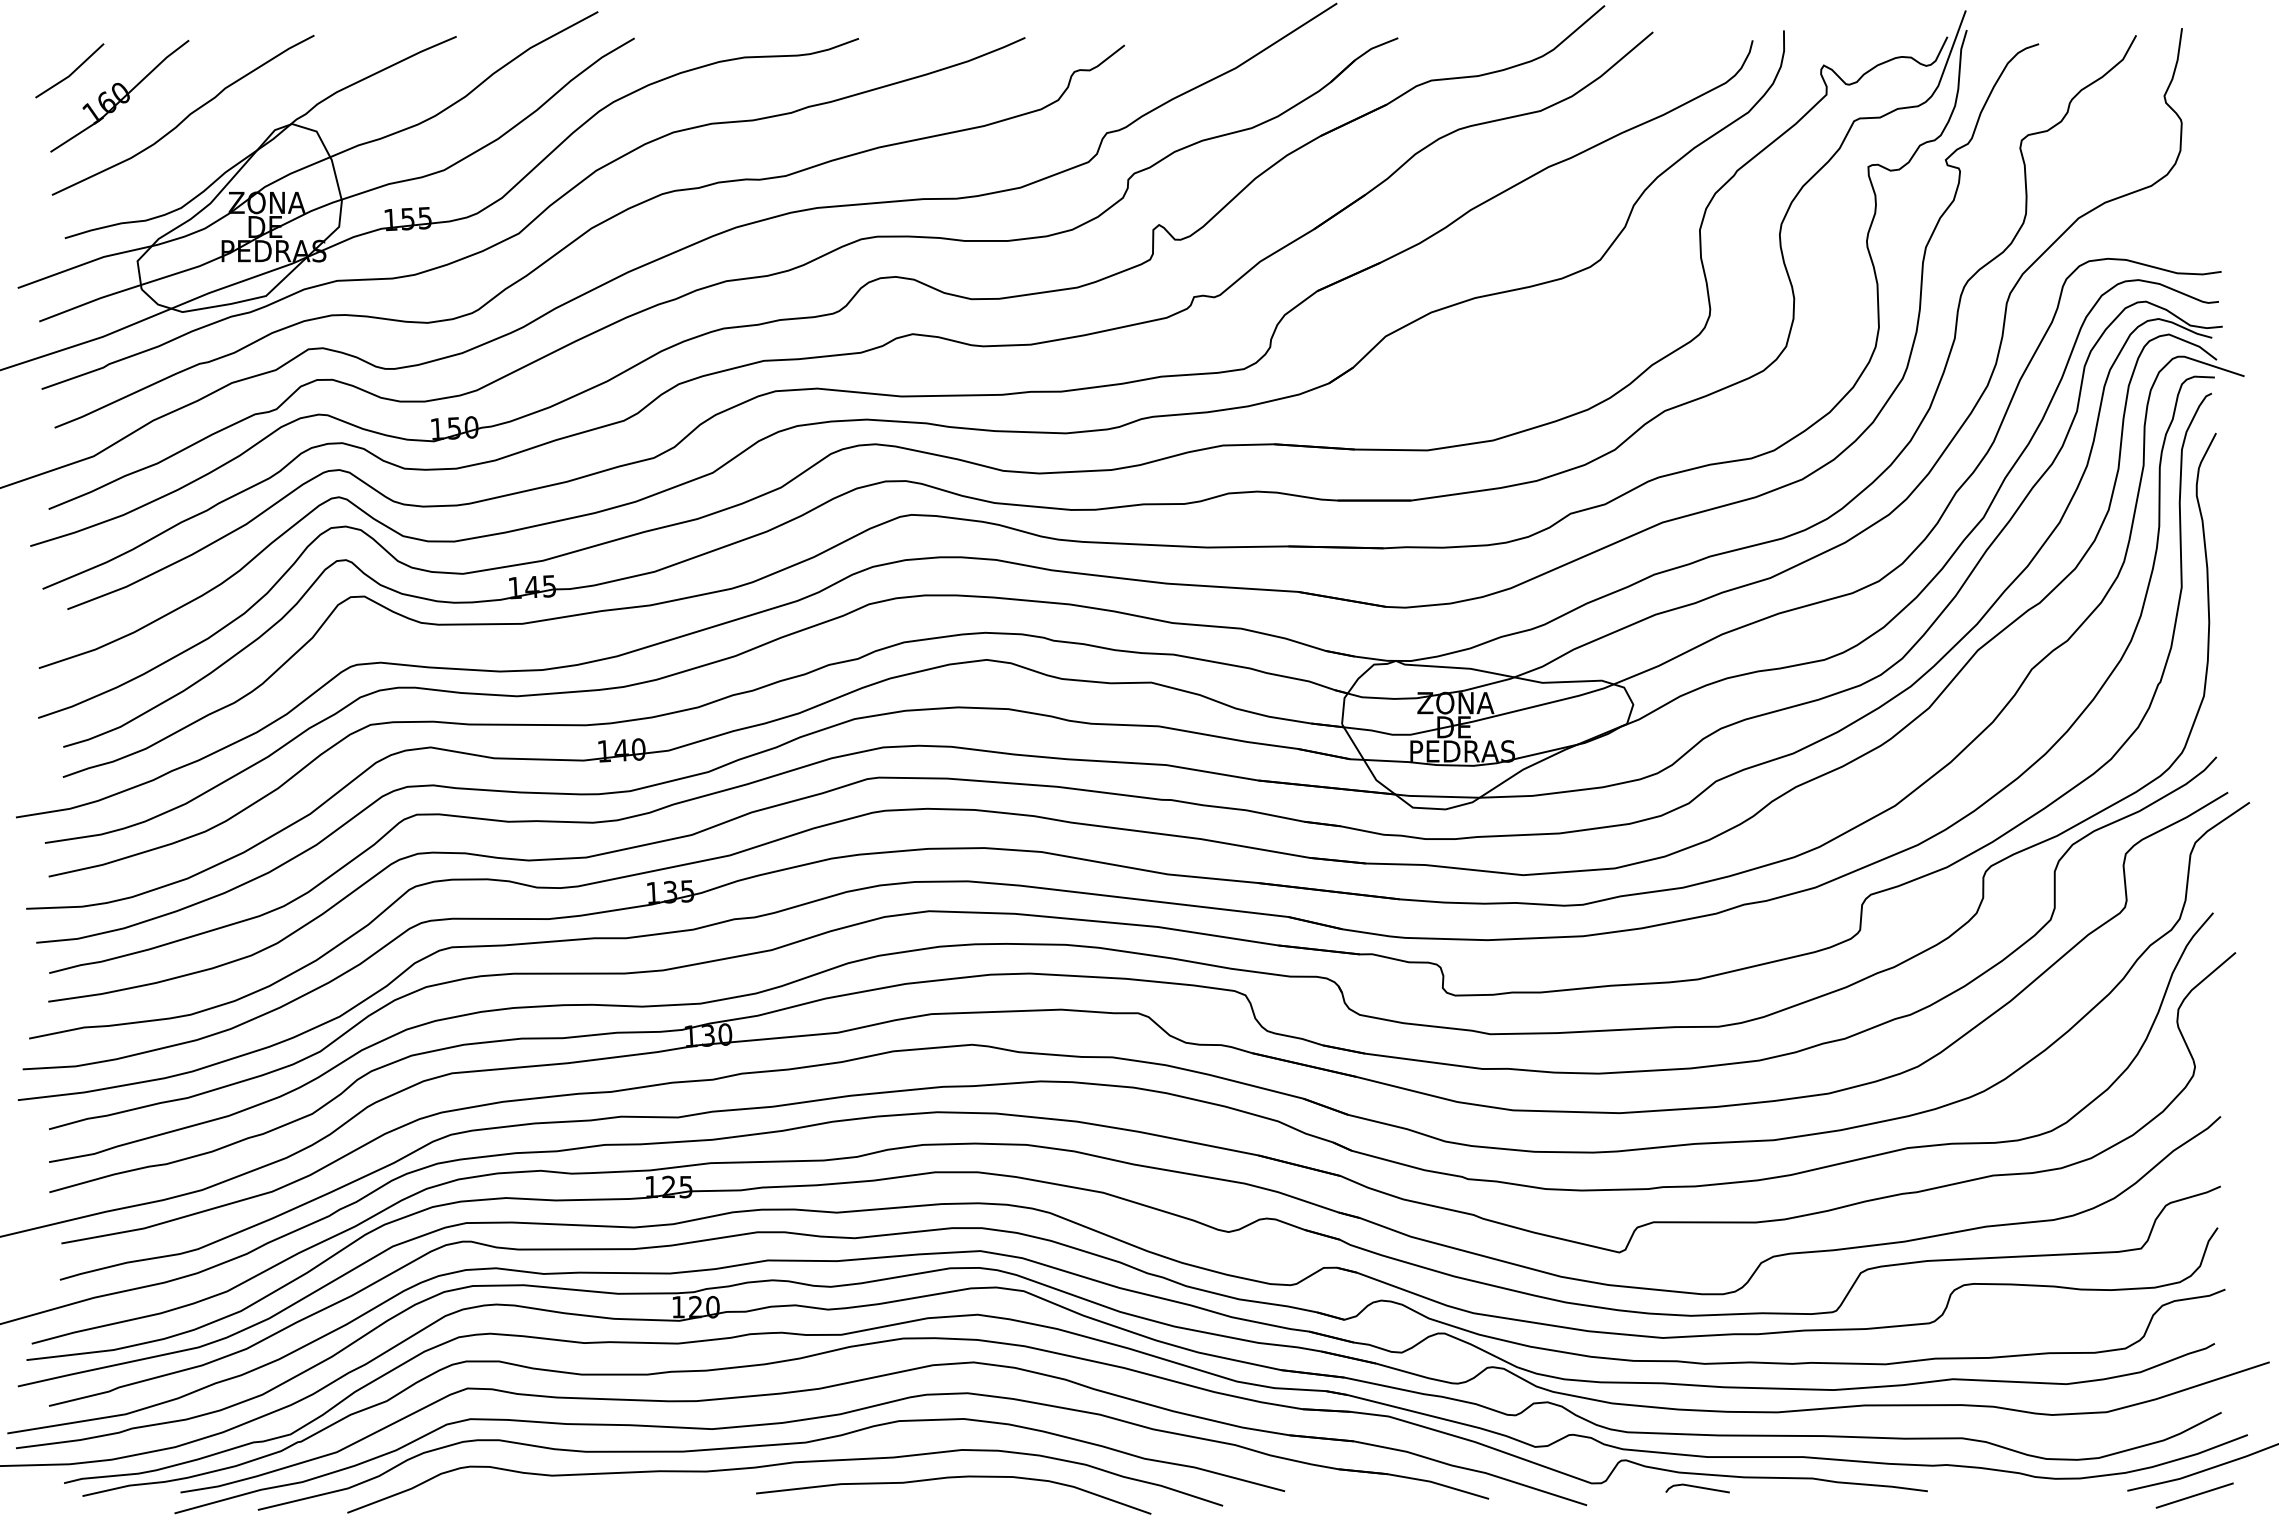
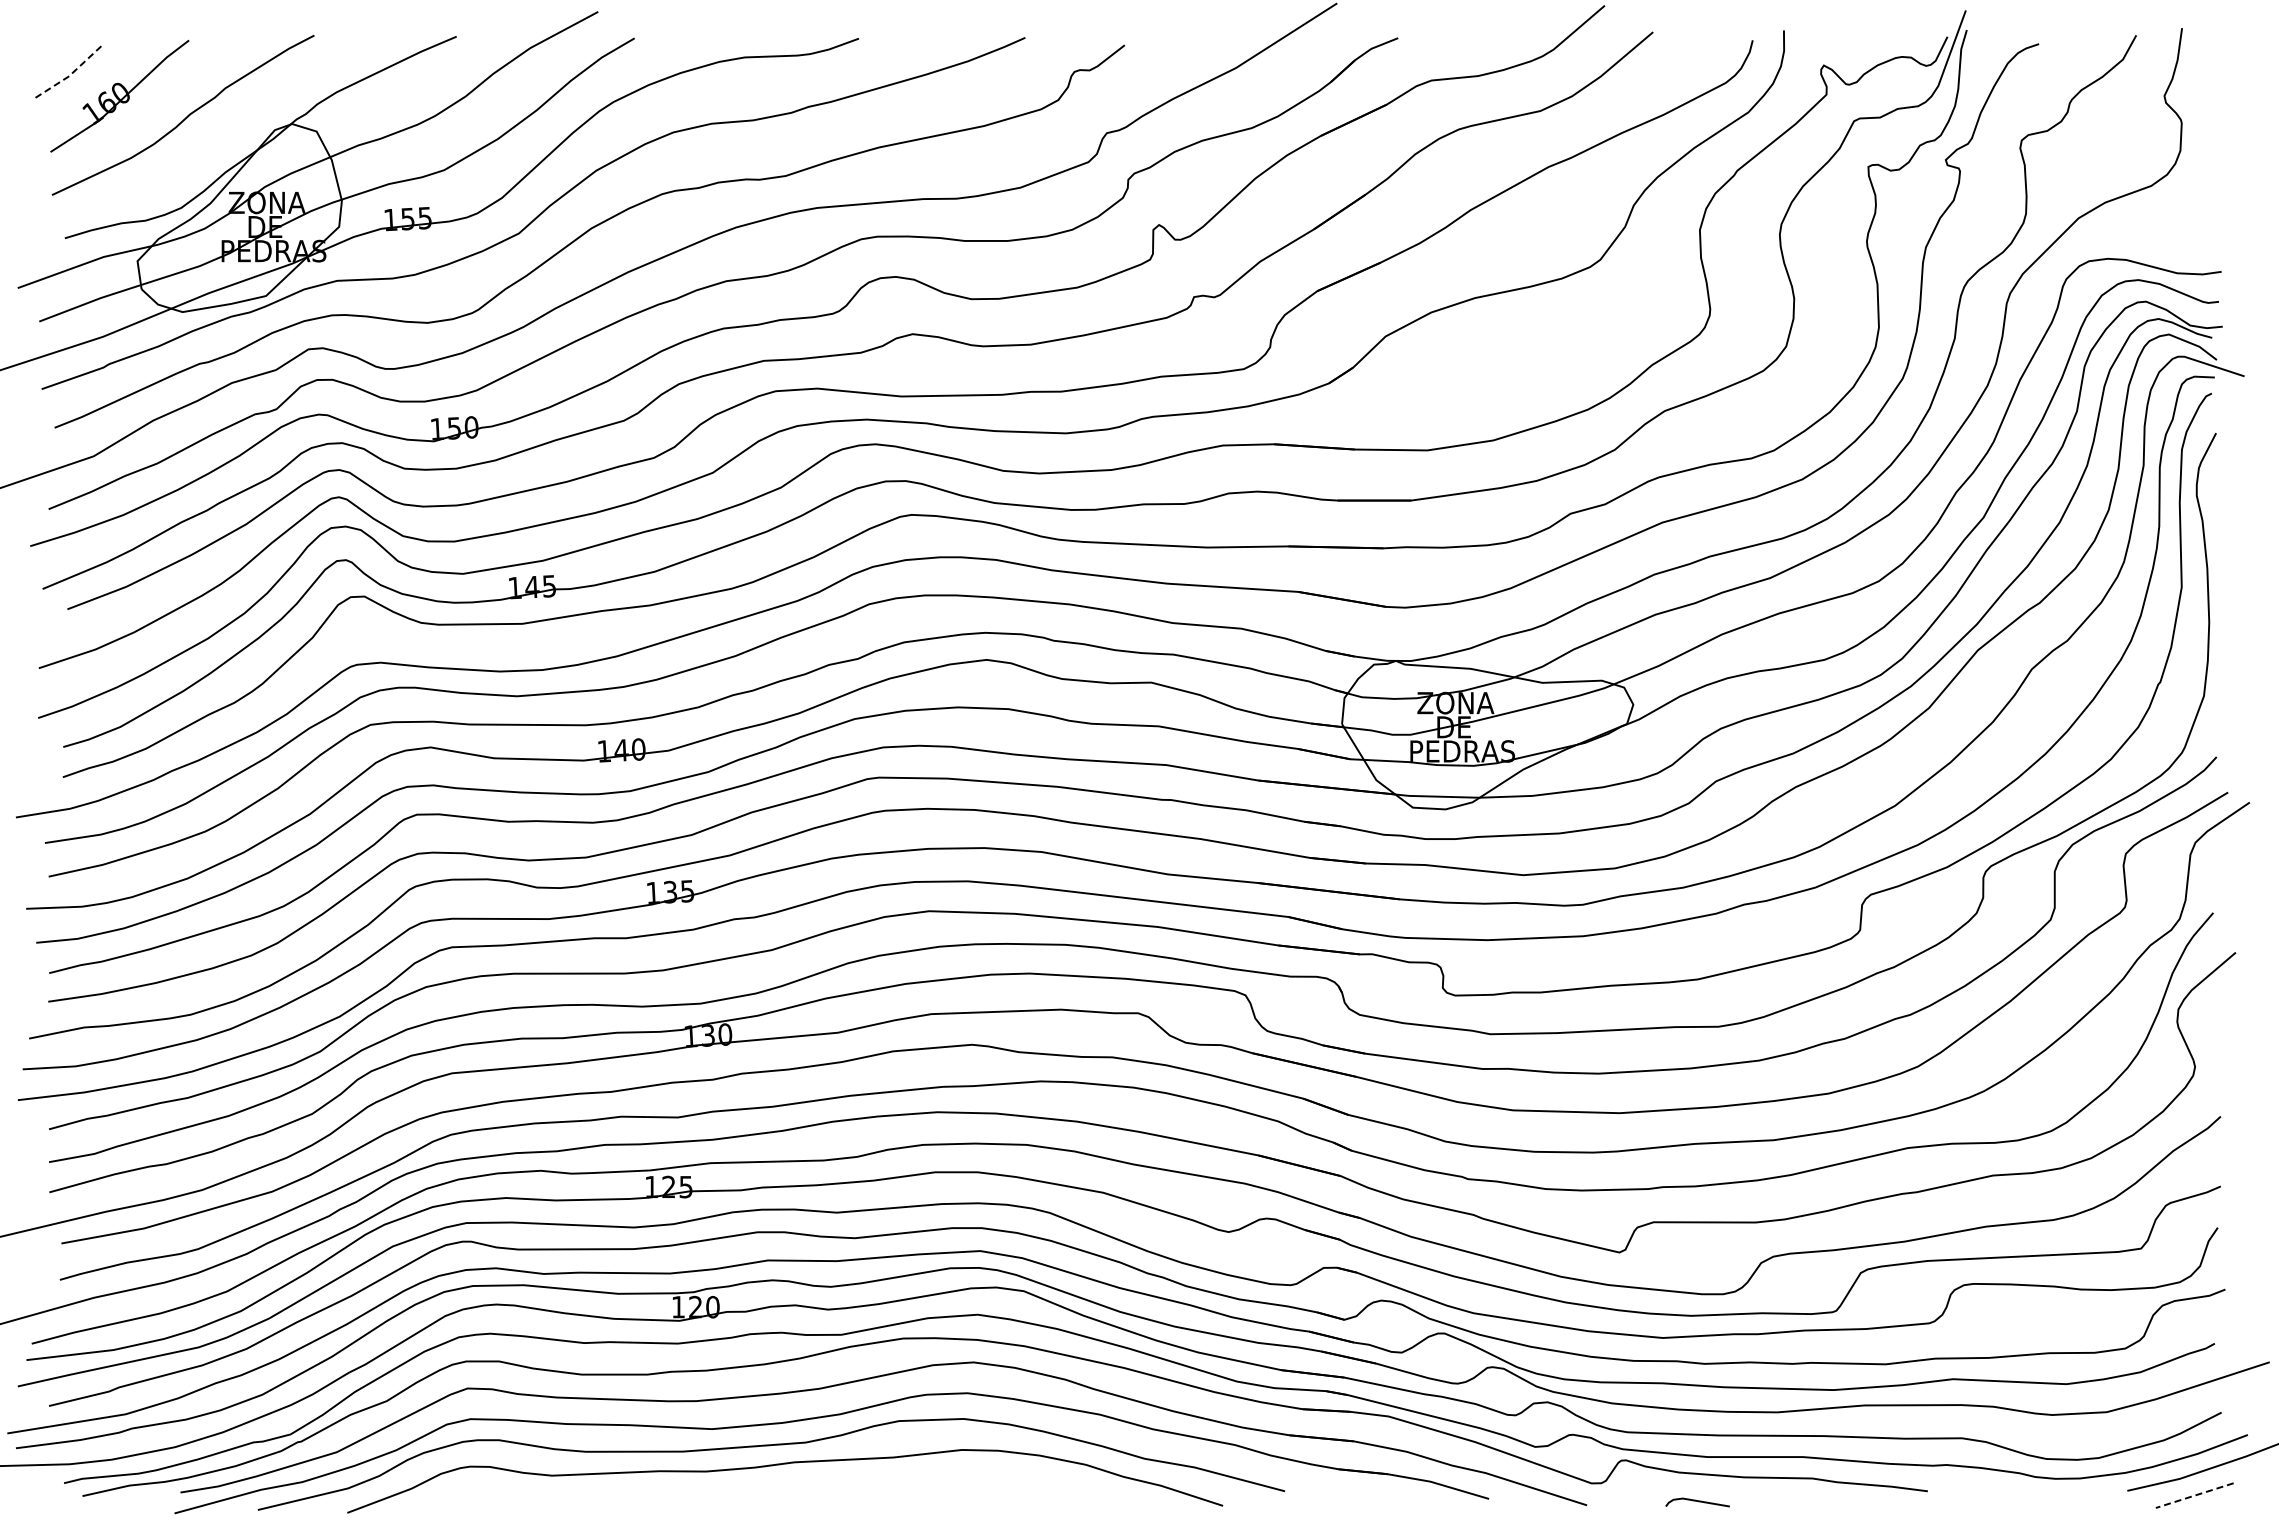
line at (71, 73): solid -> dashed
curve at (953, 1478): present -> none
line at (1697, 1487) position: (1697, 1487) -> (1697, 1501)
line at (2194, 1495): solid -> dashed
